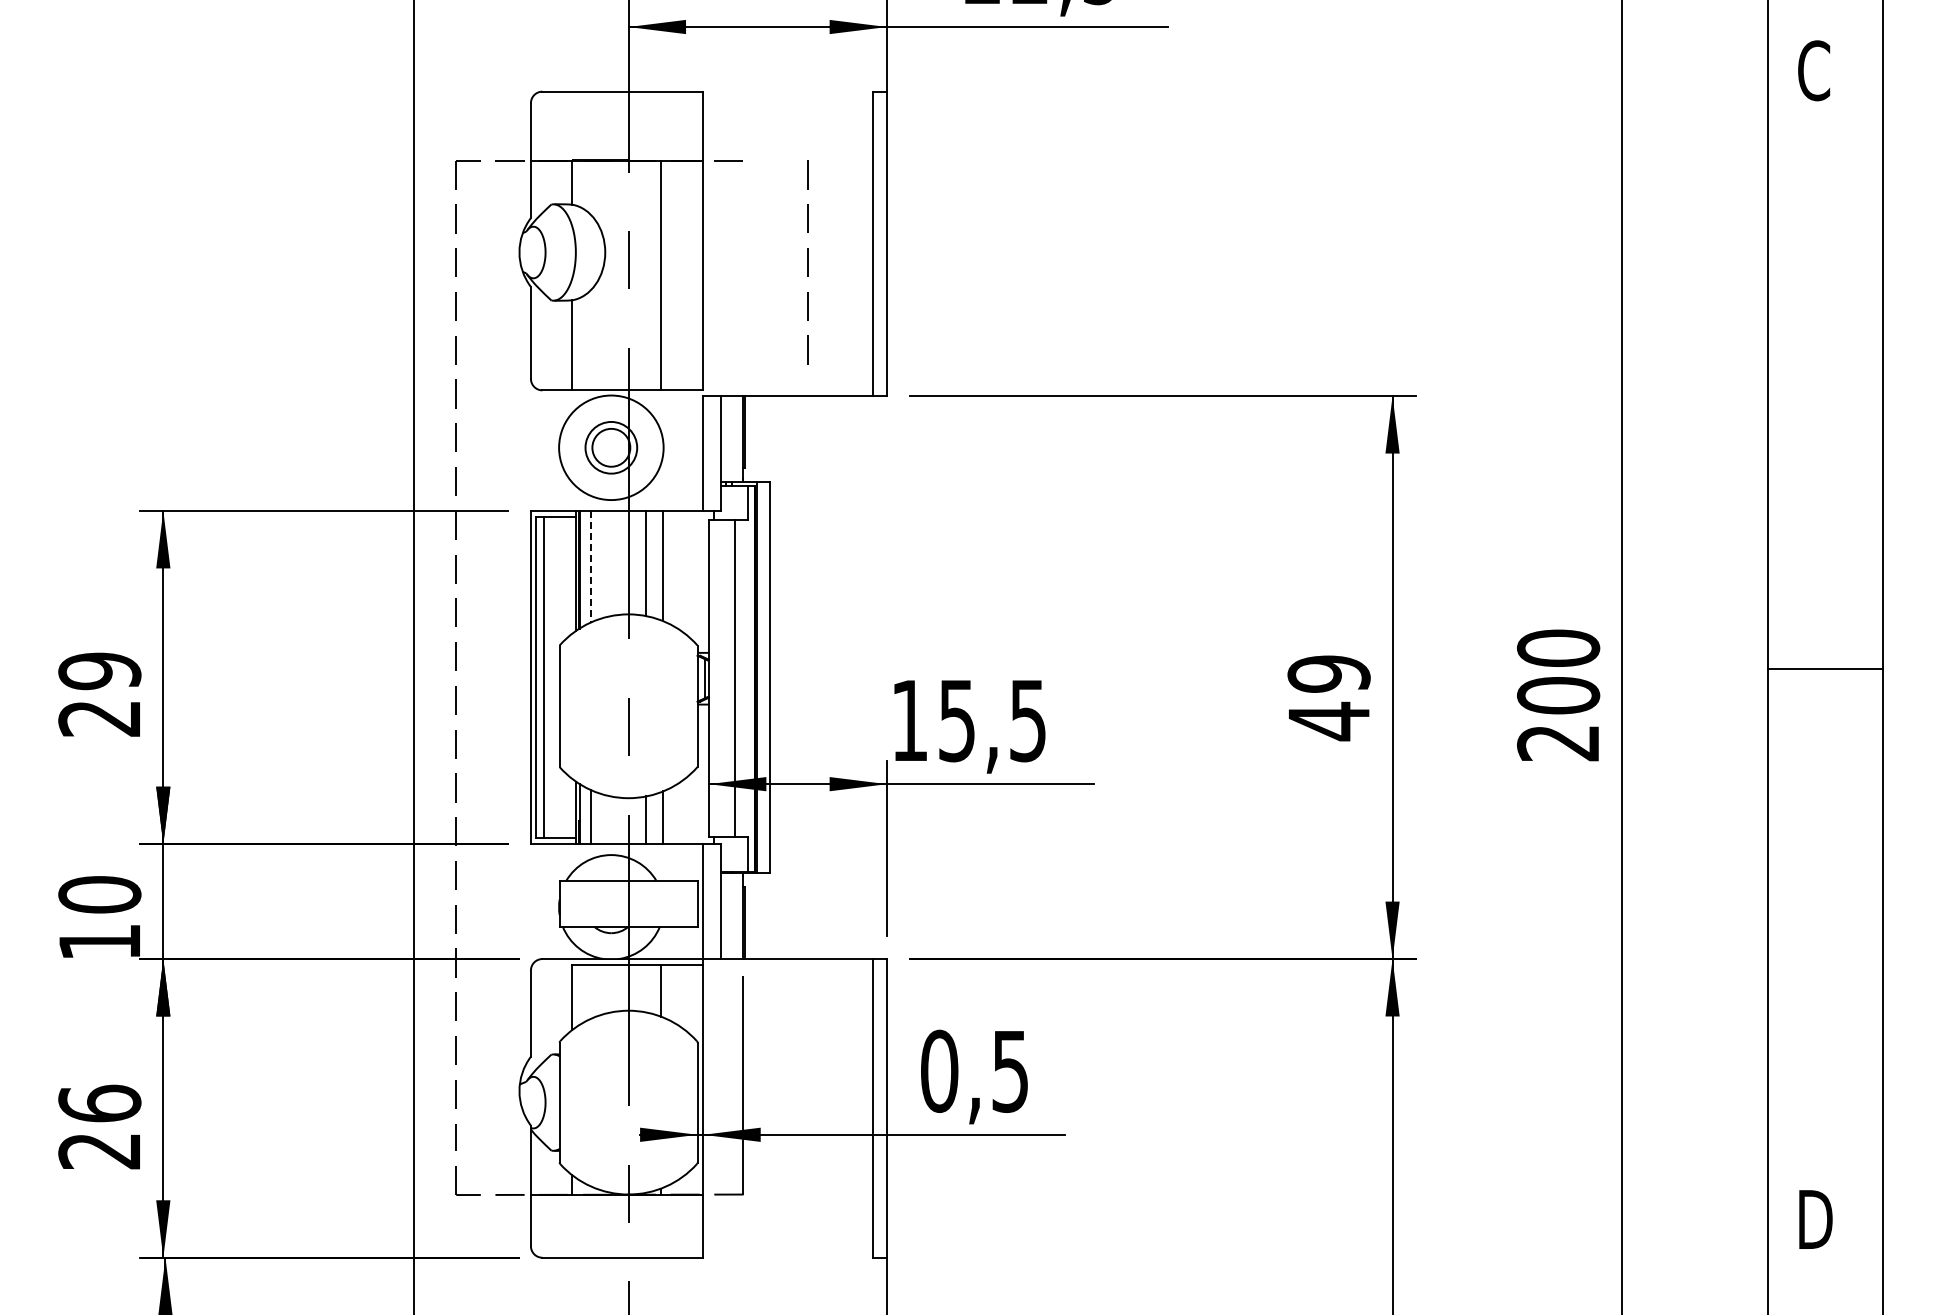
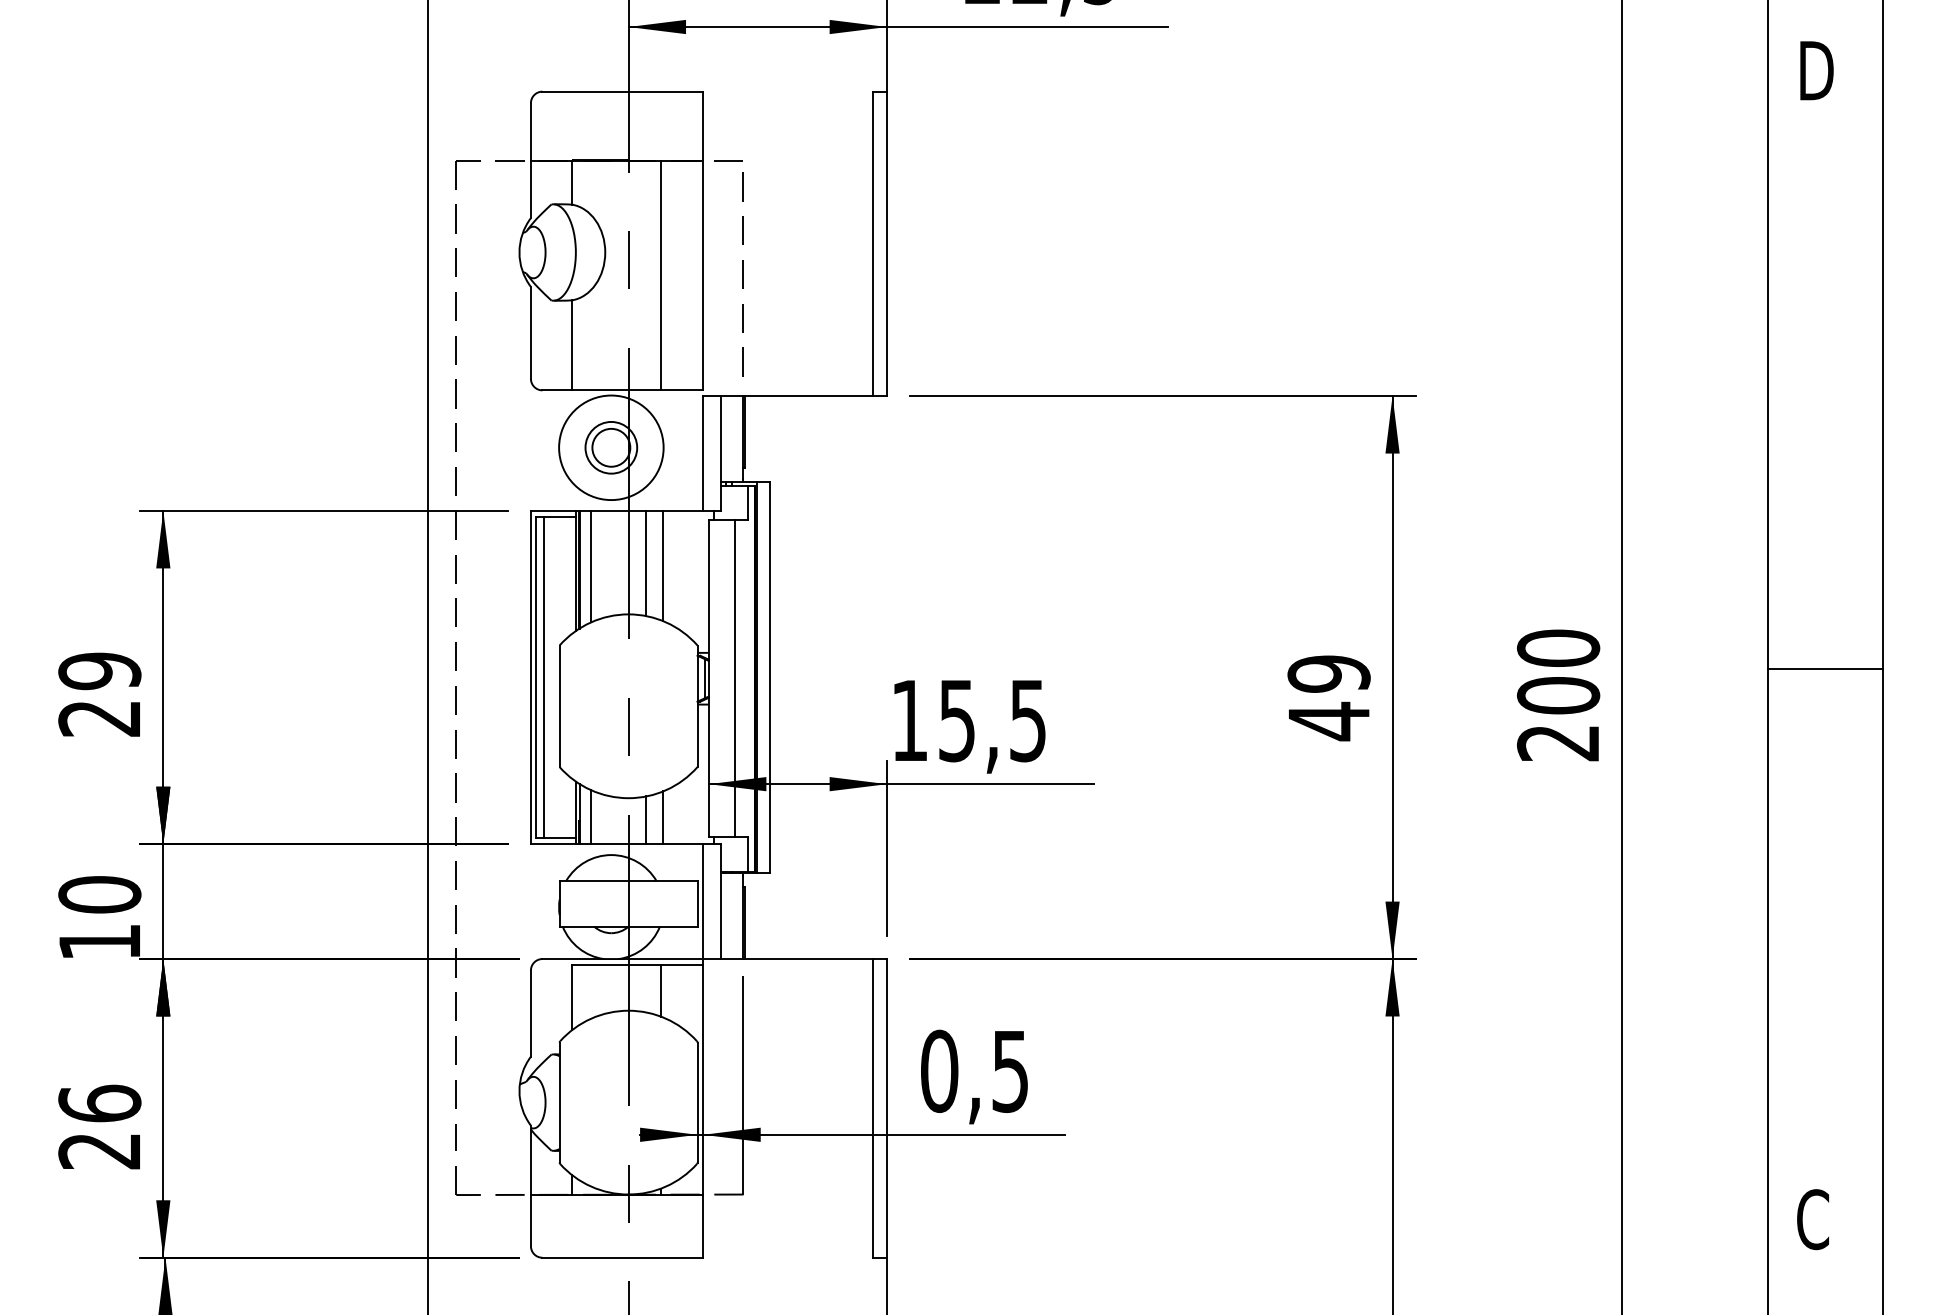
text at (1815, 70): C -> D
line at (807, 262) position: (807, 262) -> (742, 274)
line at (591, 566): dashed -> solid
line at (413, 656) position: (413, 656) -> (427, 656)
text at (1814, 1219): D -> C
